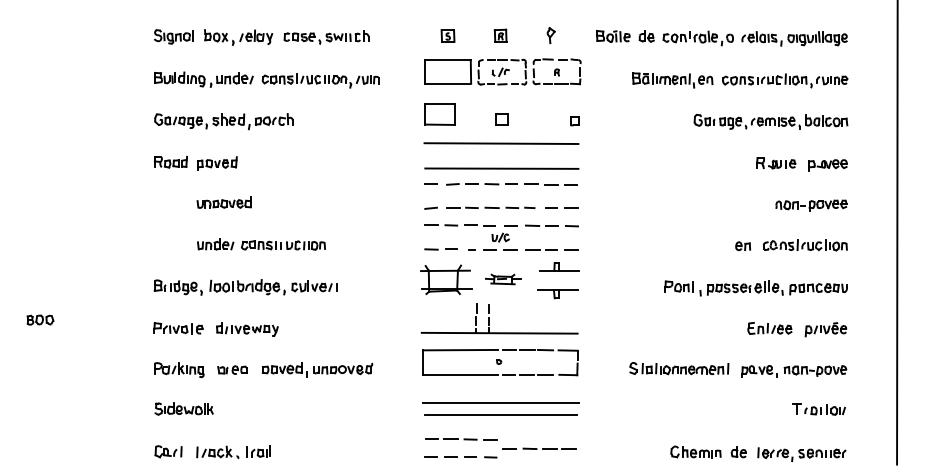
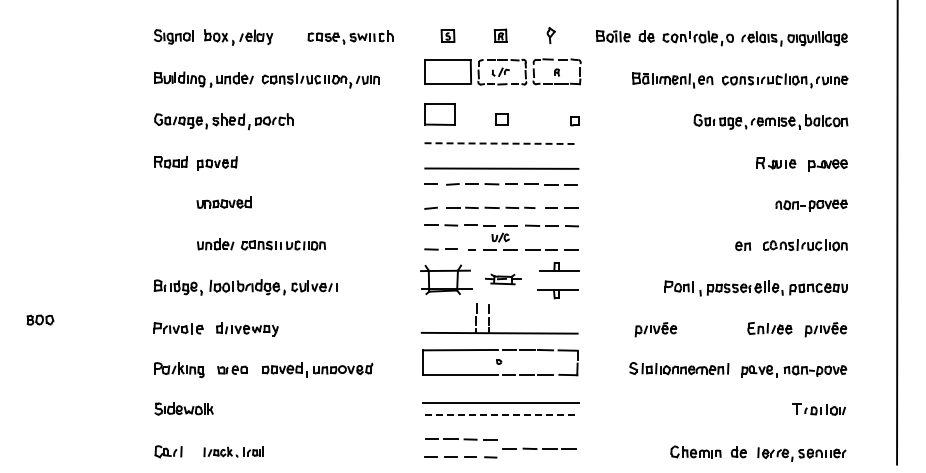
part at (326, 37) position: (326, 37) -> (350, 37)
line at (501, 143): solid -> dashed
part at (655, 329): none -> present
line at (501, 415): solid -> dashed
part at (233, 451) size: 75x14 px -> 61x12 px
